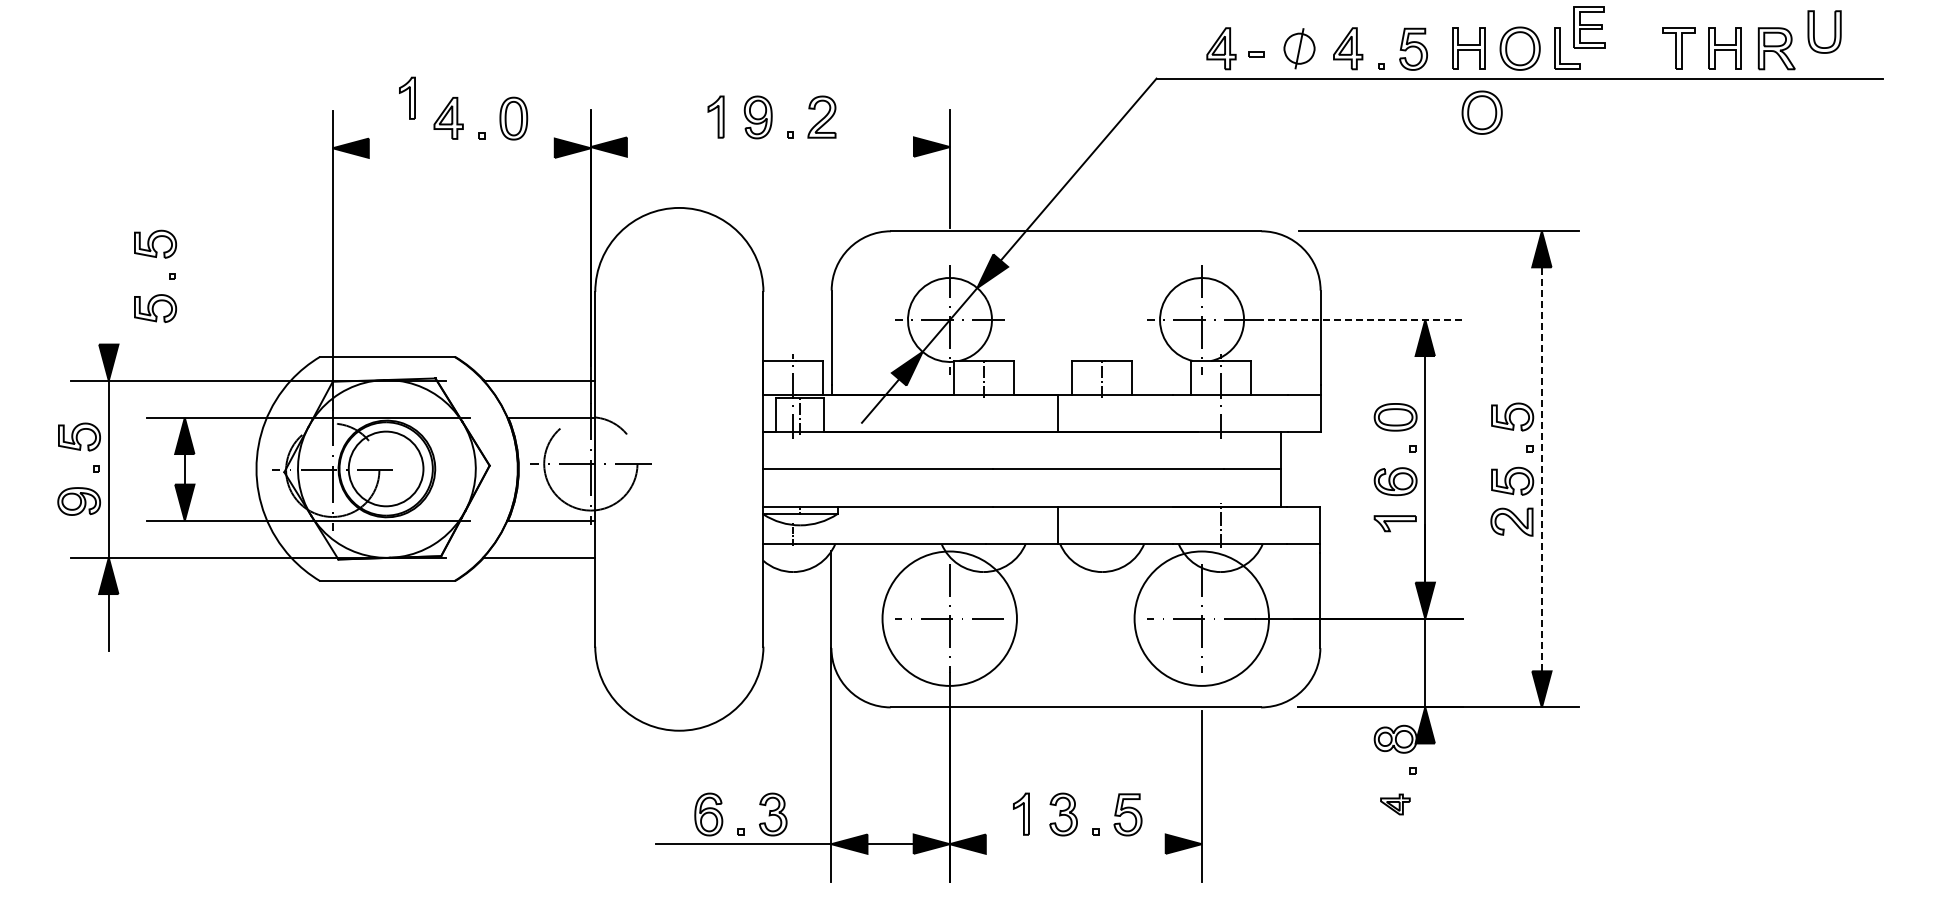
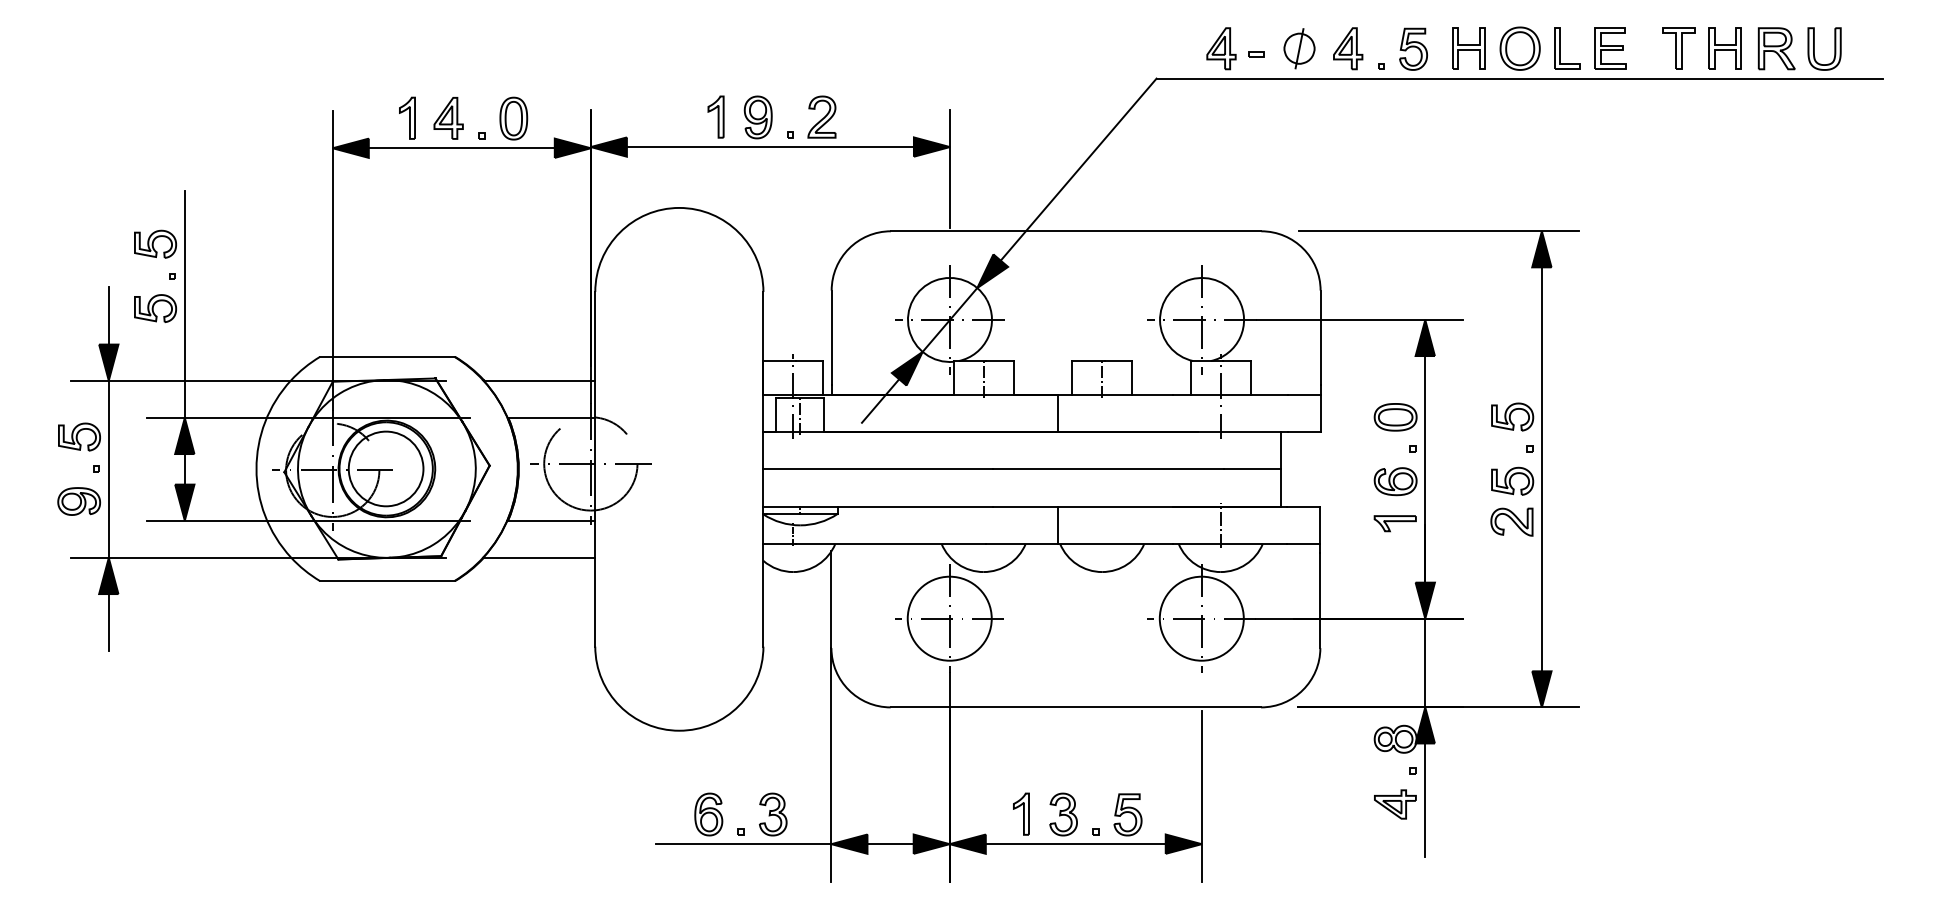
part at (1589, 27) position: (1589, 27) -> (1610, 48)
part at (1814, 31) position: (1814, 31) -> (1814, 48)
part at (407, 97) position: (407, 97) -> (407, 117)
part at (1481, 112): present -> none
line at (769, 147): none -> present
line at (461, 148): none -> present
line at (184, 304): none -> present
line at (108, 315): none -> present
line at (1359, 319): dashed -> solid
line at (1541, 469): dashed -> solid
circle at (949, 618) diameter: 134 px -> 84 px
circle at (1201, 618) diameter: 134 px -> 84 px
line at (1425, 799): none -> present
part at (1395, 804) size: 31x23 px -> 43x31 px
line at (1075, 844): none -> present
